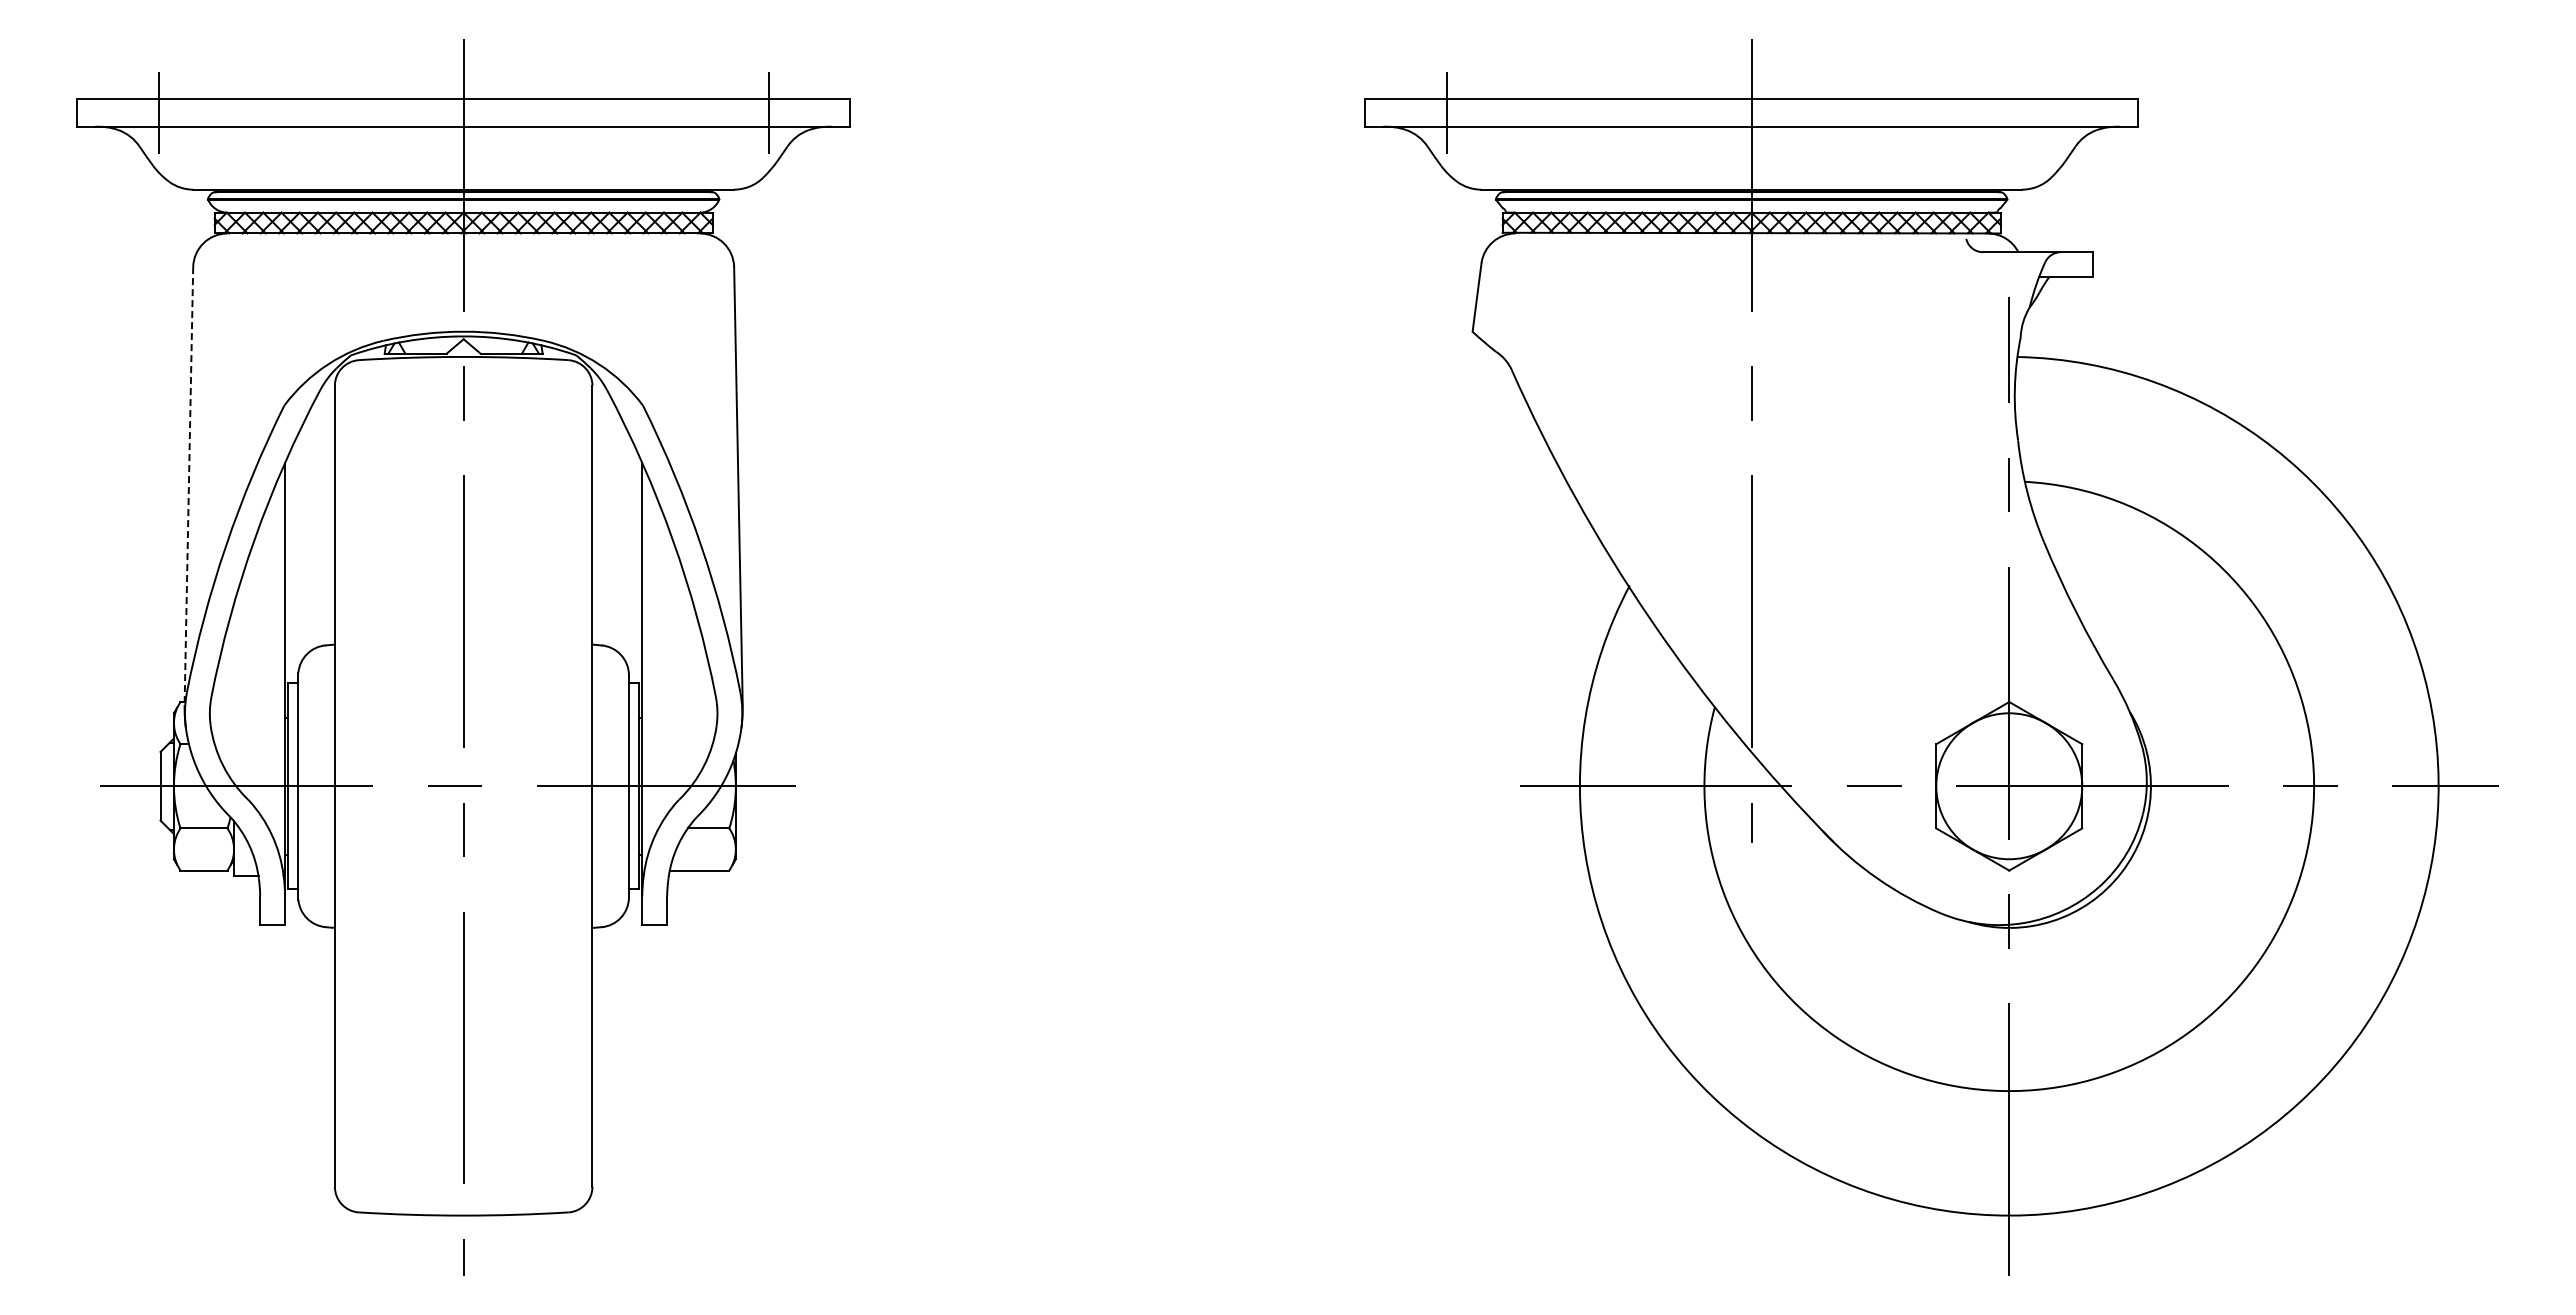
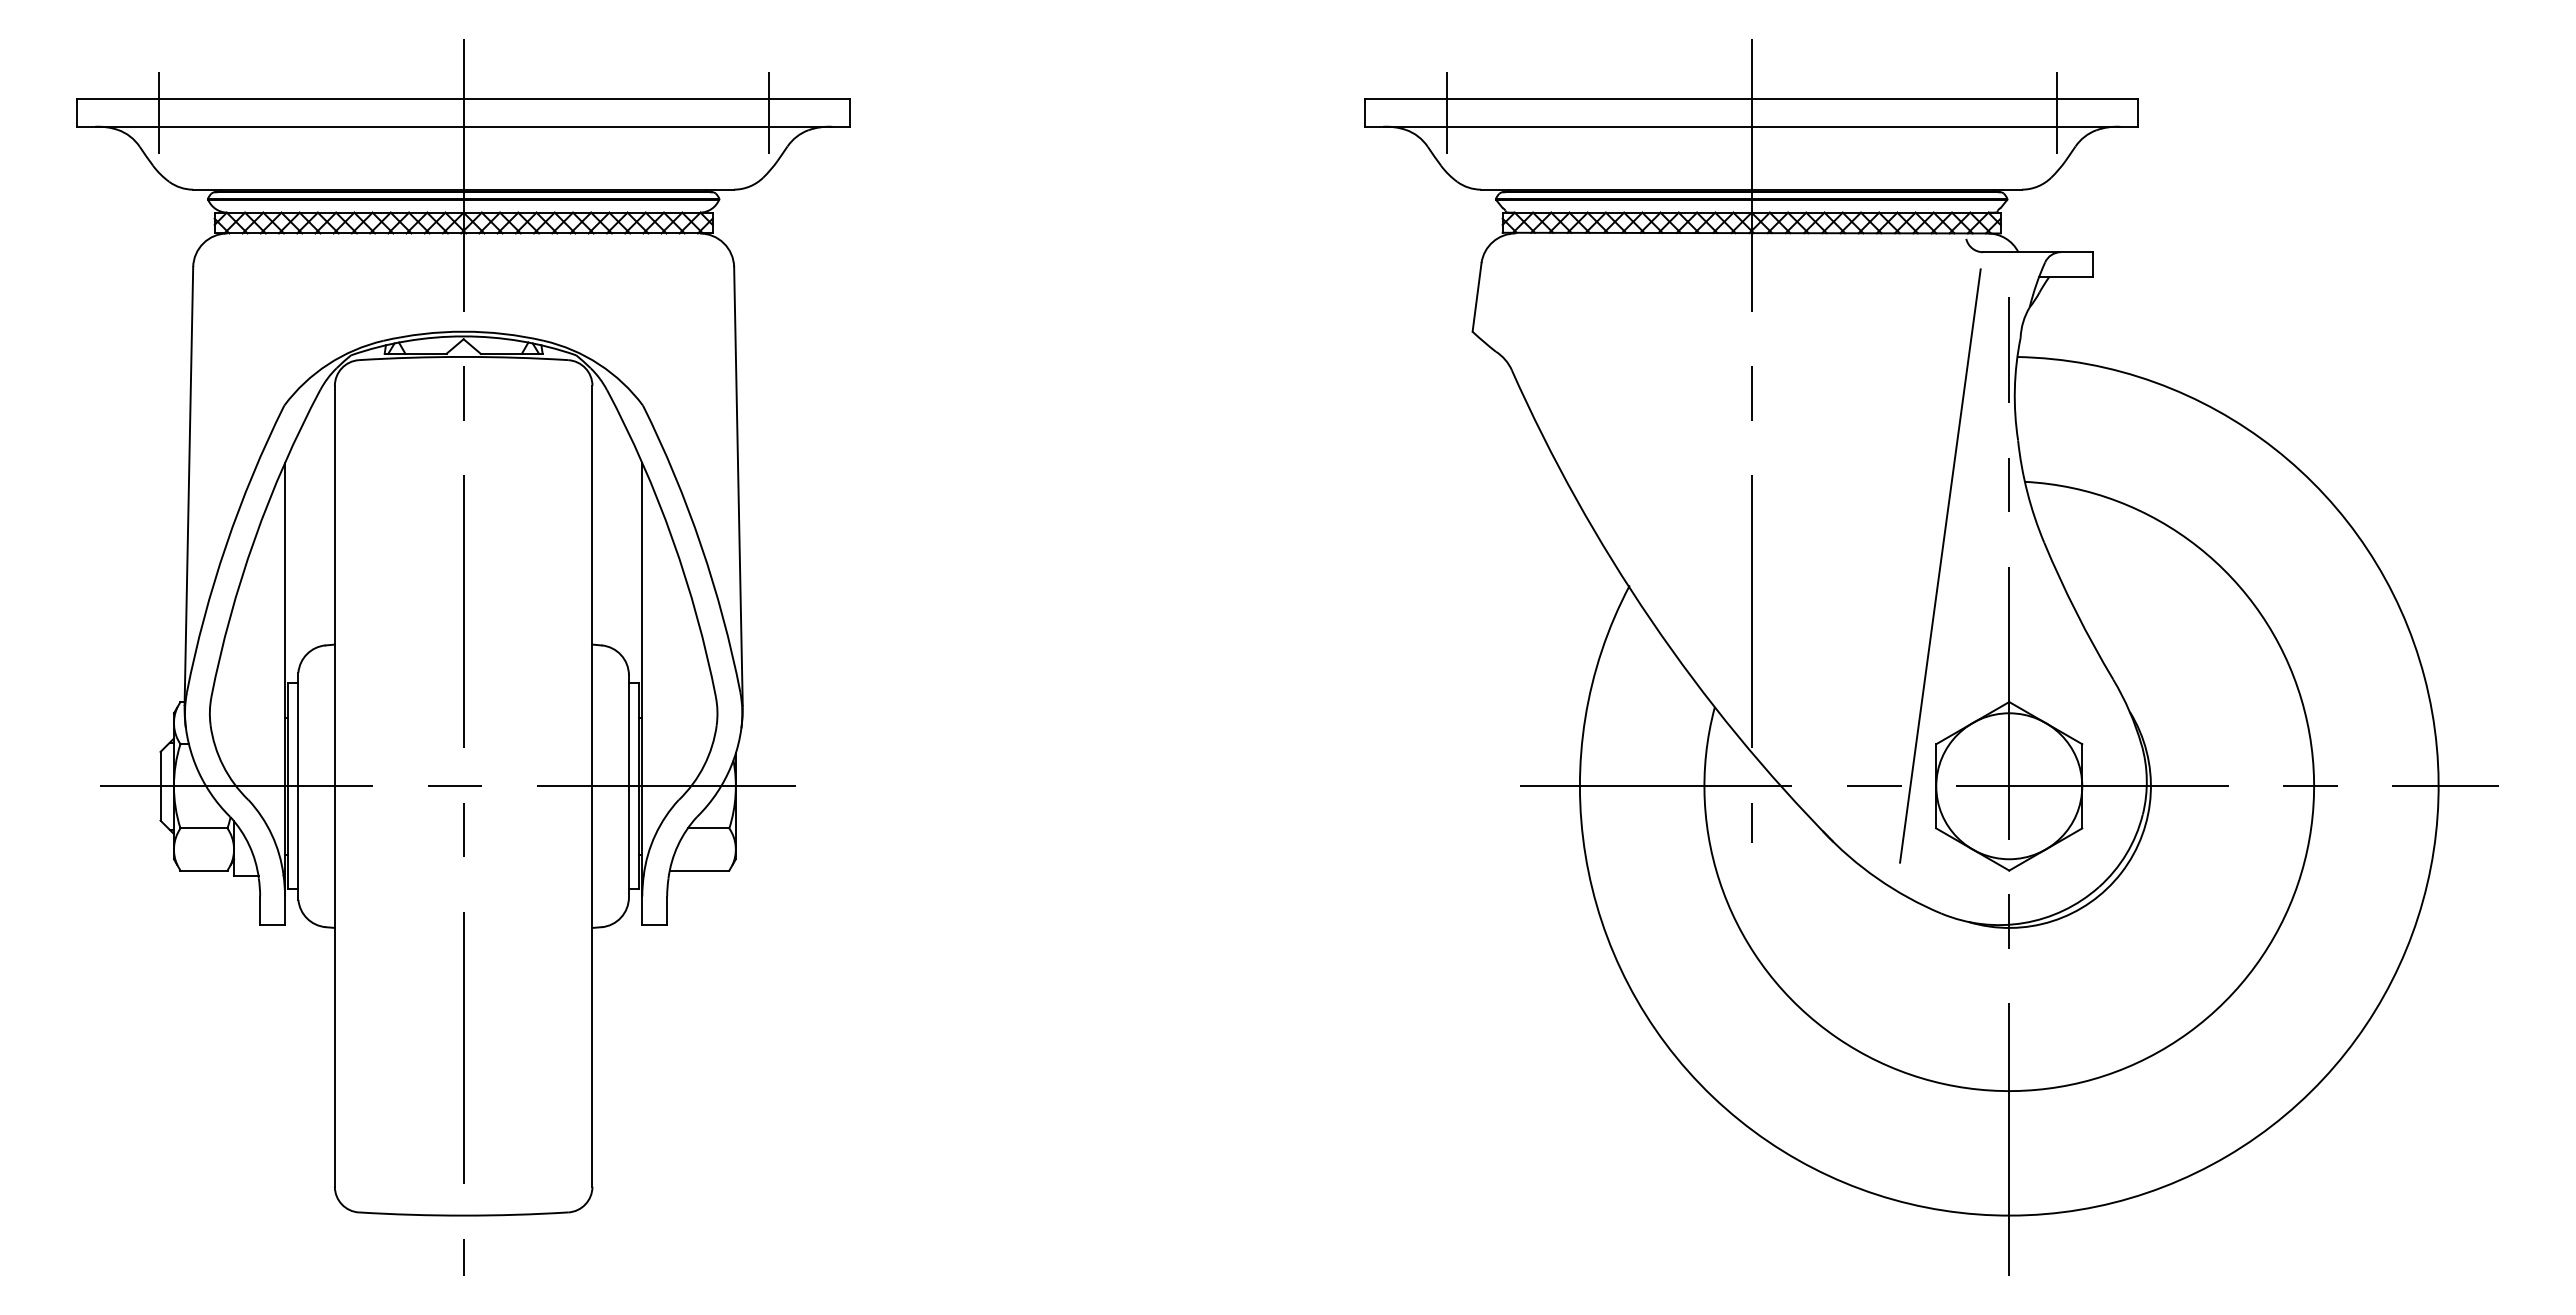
line at (2056, 112): none -> present
line at (188, 486): dashed -> solid
line at (1940, 565): none -> present
